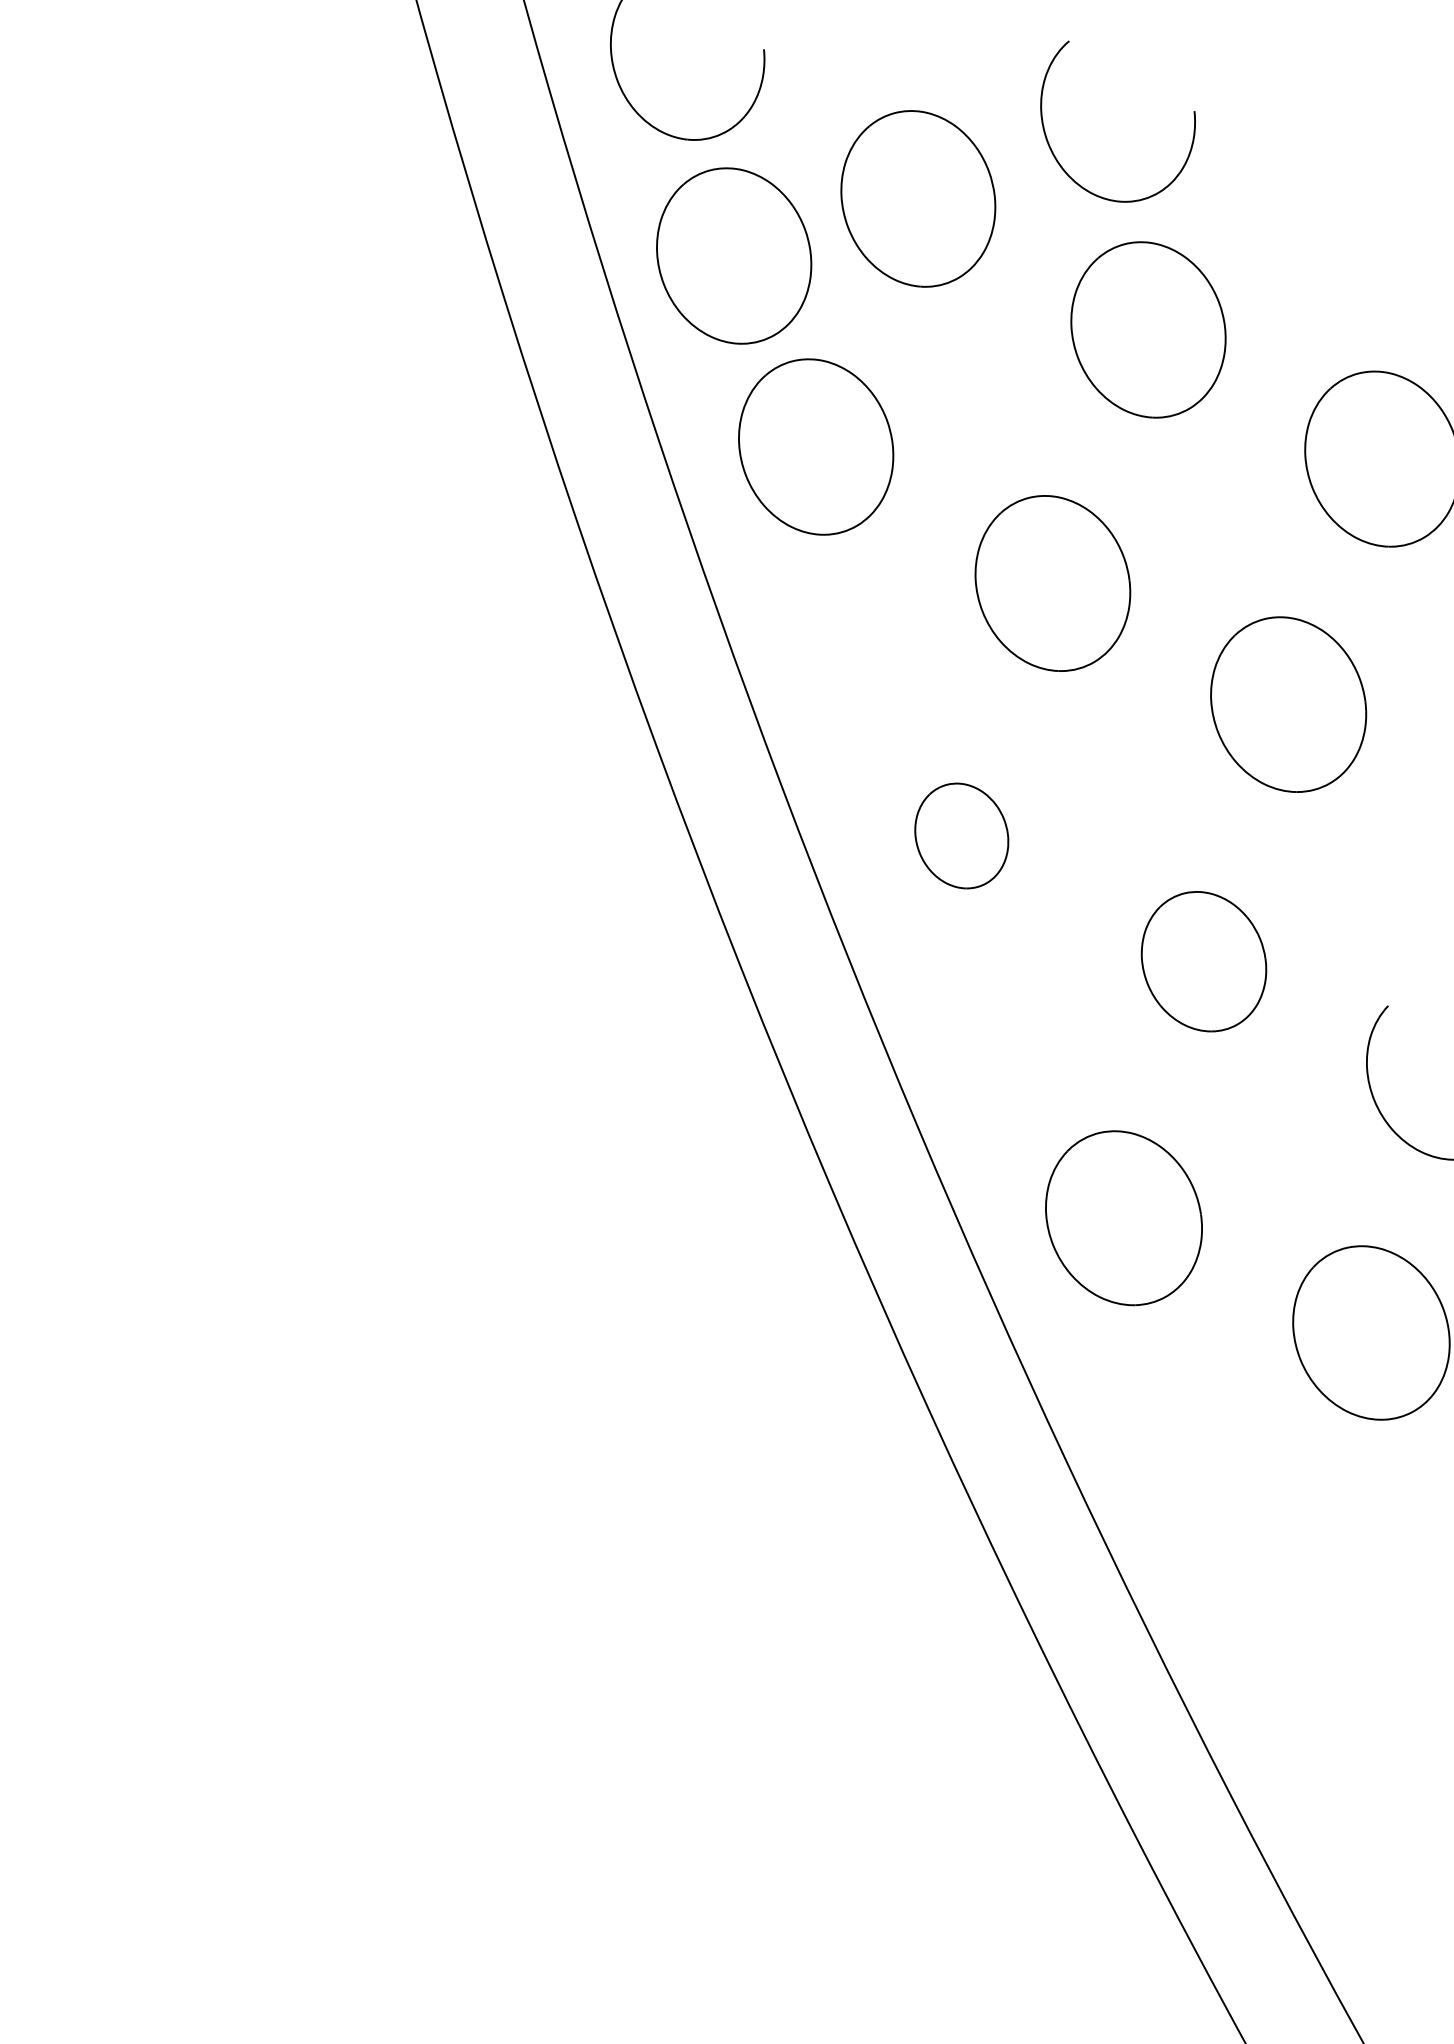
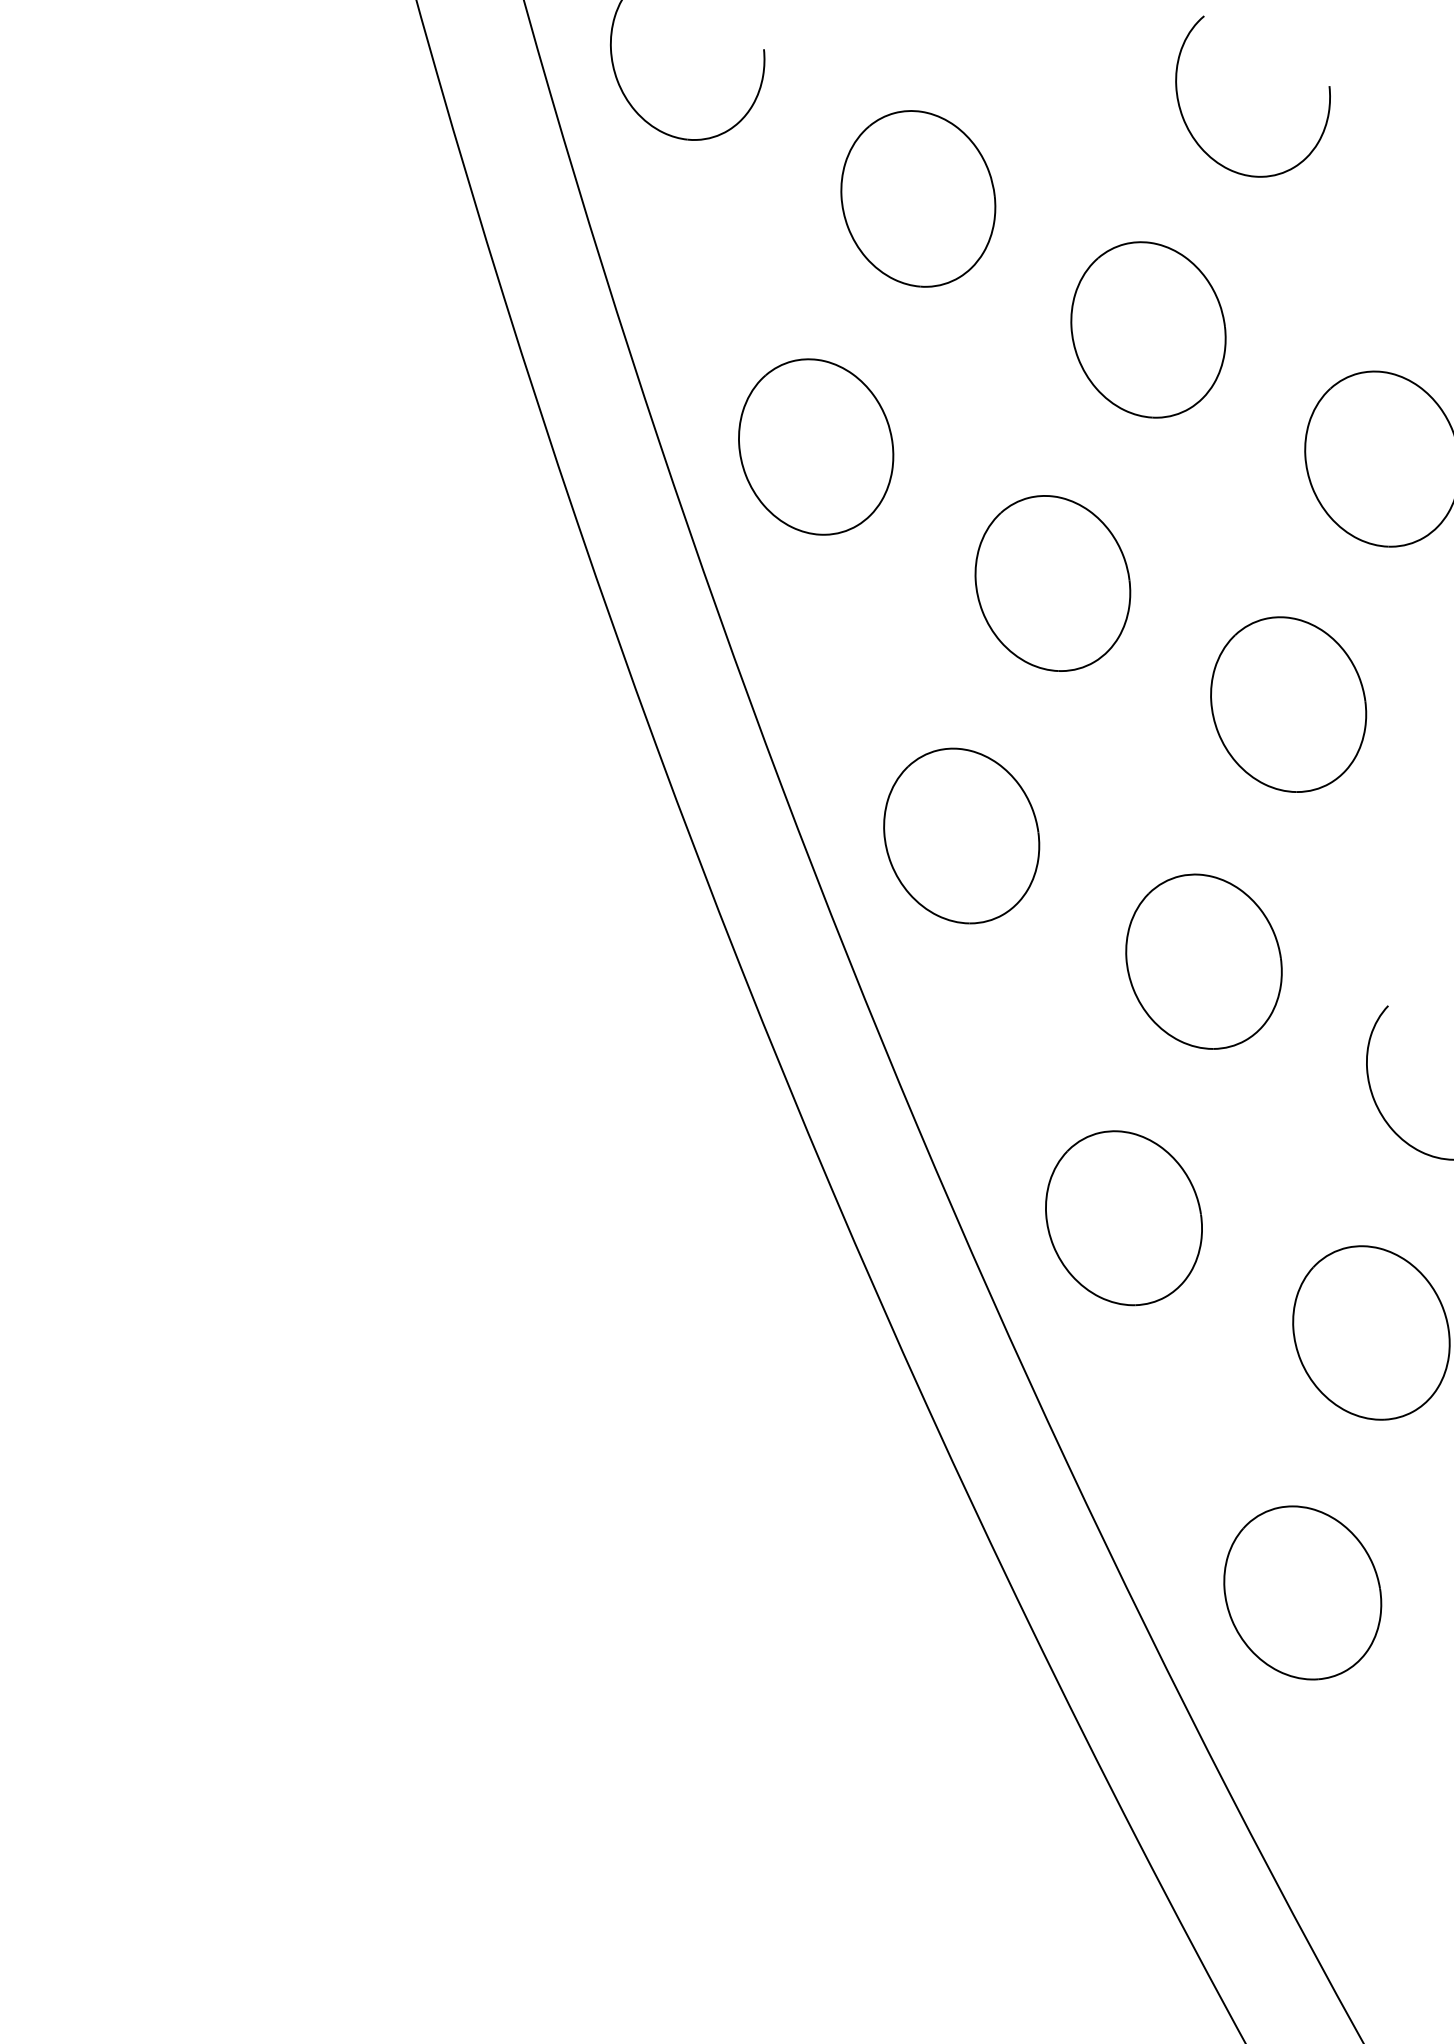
part at (1056, 157) position: (1056, 157) -> (1191, 132)
part at (734, 255): present -> none
part at (961, 835) size: 96x108 px -> 158x178 px
part at (1203, 961) size: 128x142 px -> 158x177 px
part at (1302, 1592): none -> present
